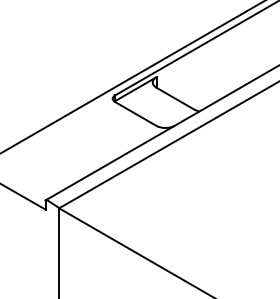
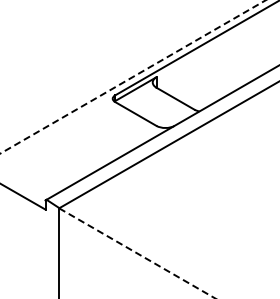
line at (132, 77): solid -> dashed
line at (137, 253): solid -> dashed
